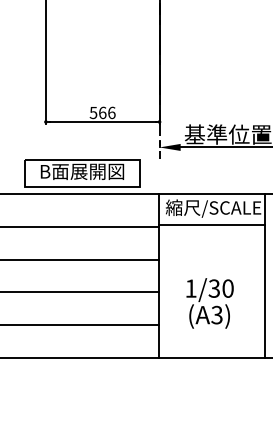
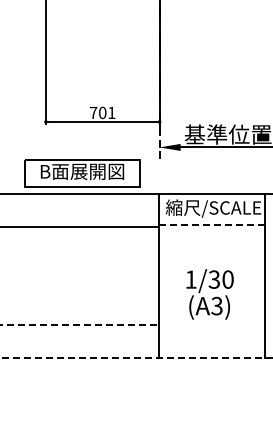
text at (102, 112): 566 -> 701
line at (211, 225): solid -> dashed
line at (80, 259): present -> none
line at (80, 292): present -> none
text at (209, 303) position: (209, 303) -> (209, 294)
line at (80, 325): solid -> dashed
line at (136, 358): solid -> dashed
